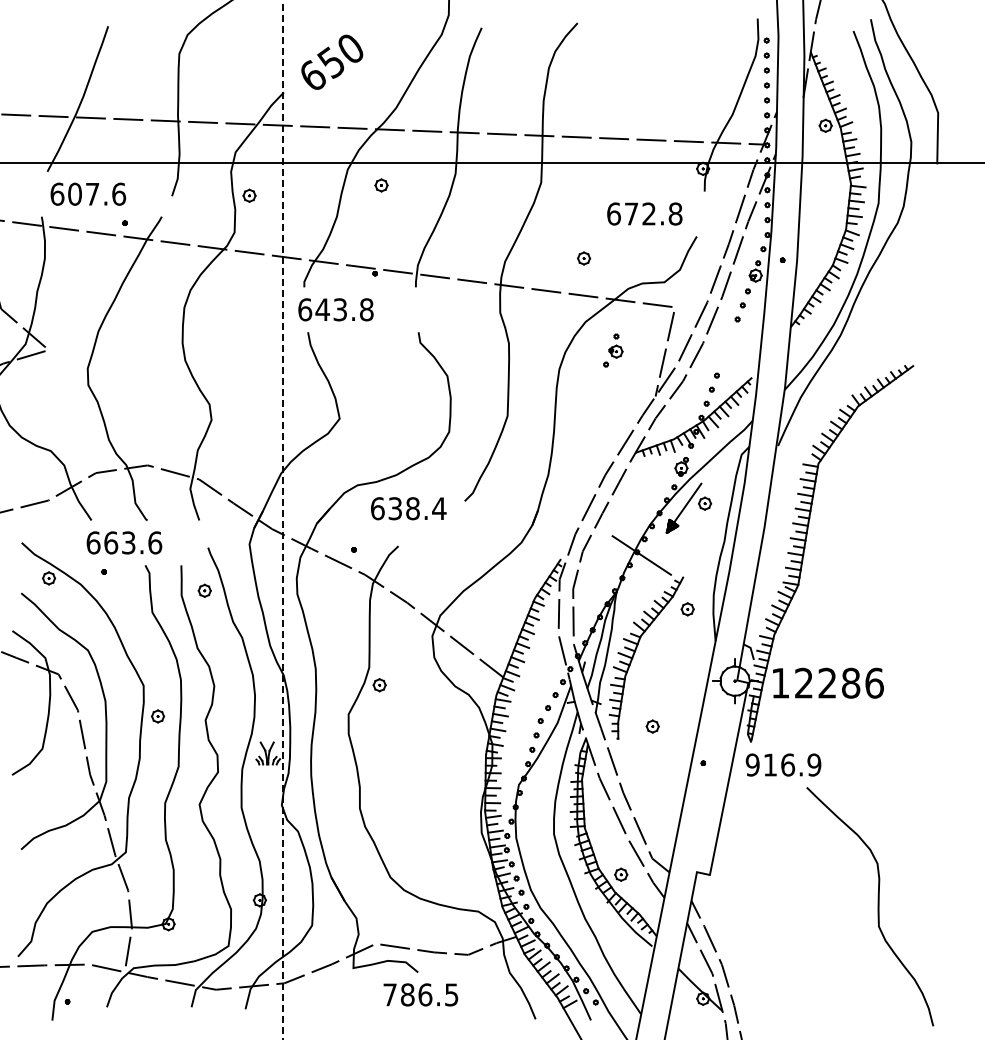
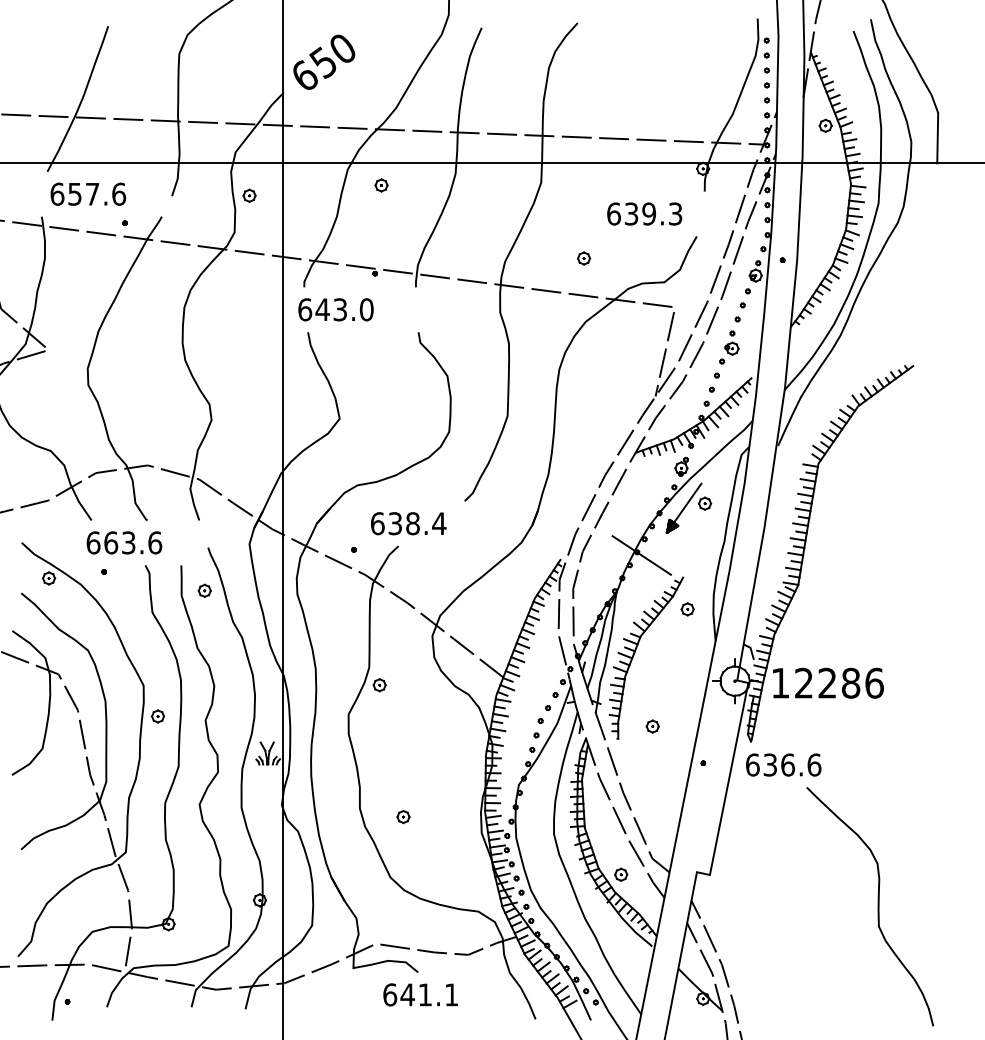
text at (332, 61) position: (332, 61) -> (324, 61)
text at (74, 193): 607.6 -> 657.6
text at (653, 213): 672.8 -> 639.3
text at (366, 309): 643.8 -> 643.0
part at (613, 350) position: (613, 350) -> (729, 347)
text at (408, 508) position: (408, 508) -> (408, 523)
line at (282, 519): dashed -> solid
text at (783, 764): 916.9 -> 636.6
part at (403, 817): none -> present
text at (420, 994): 786.5 -> 641.1
